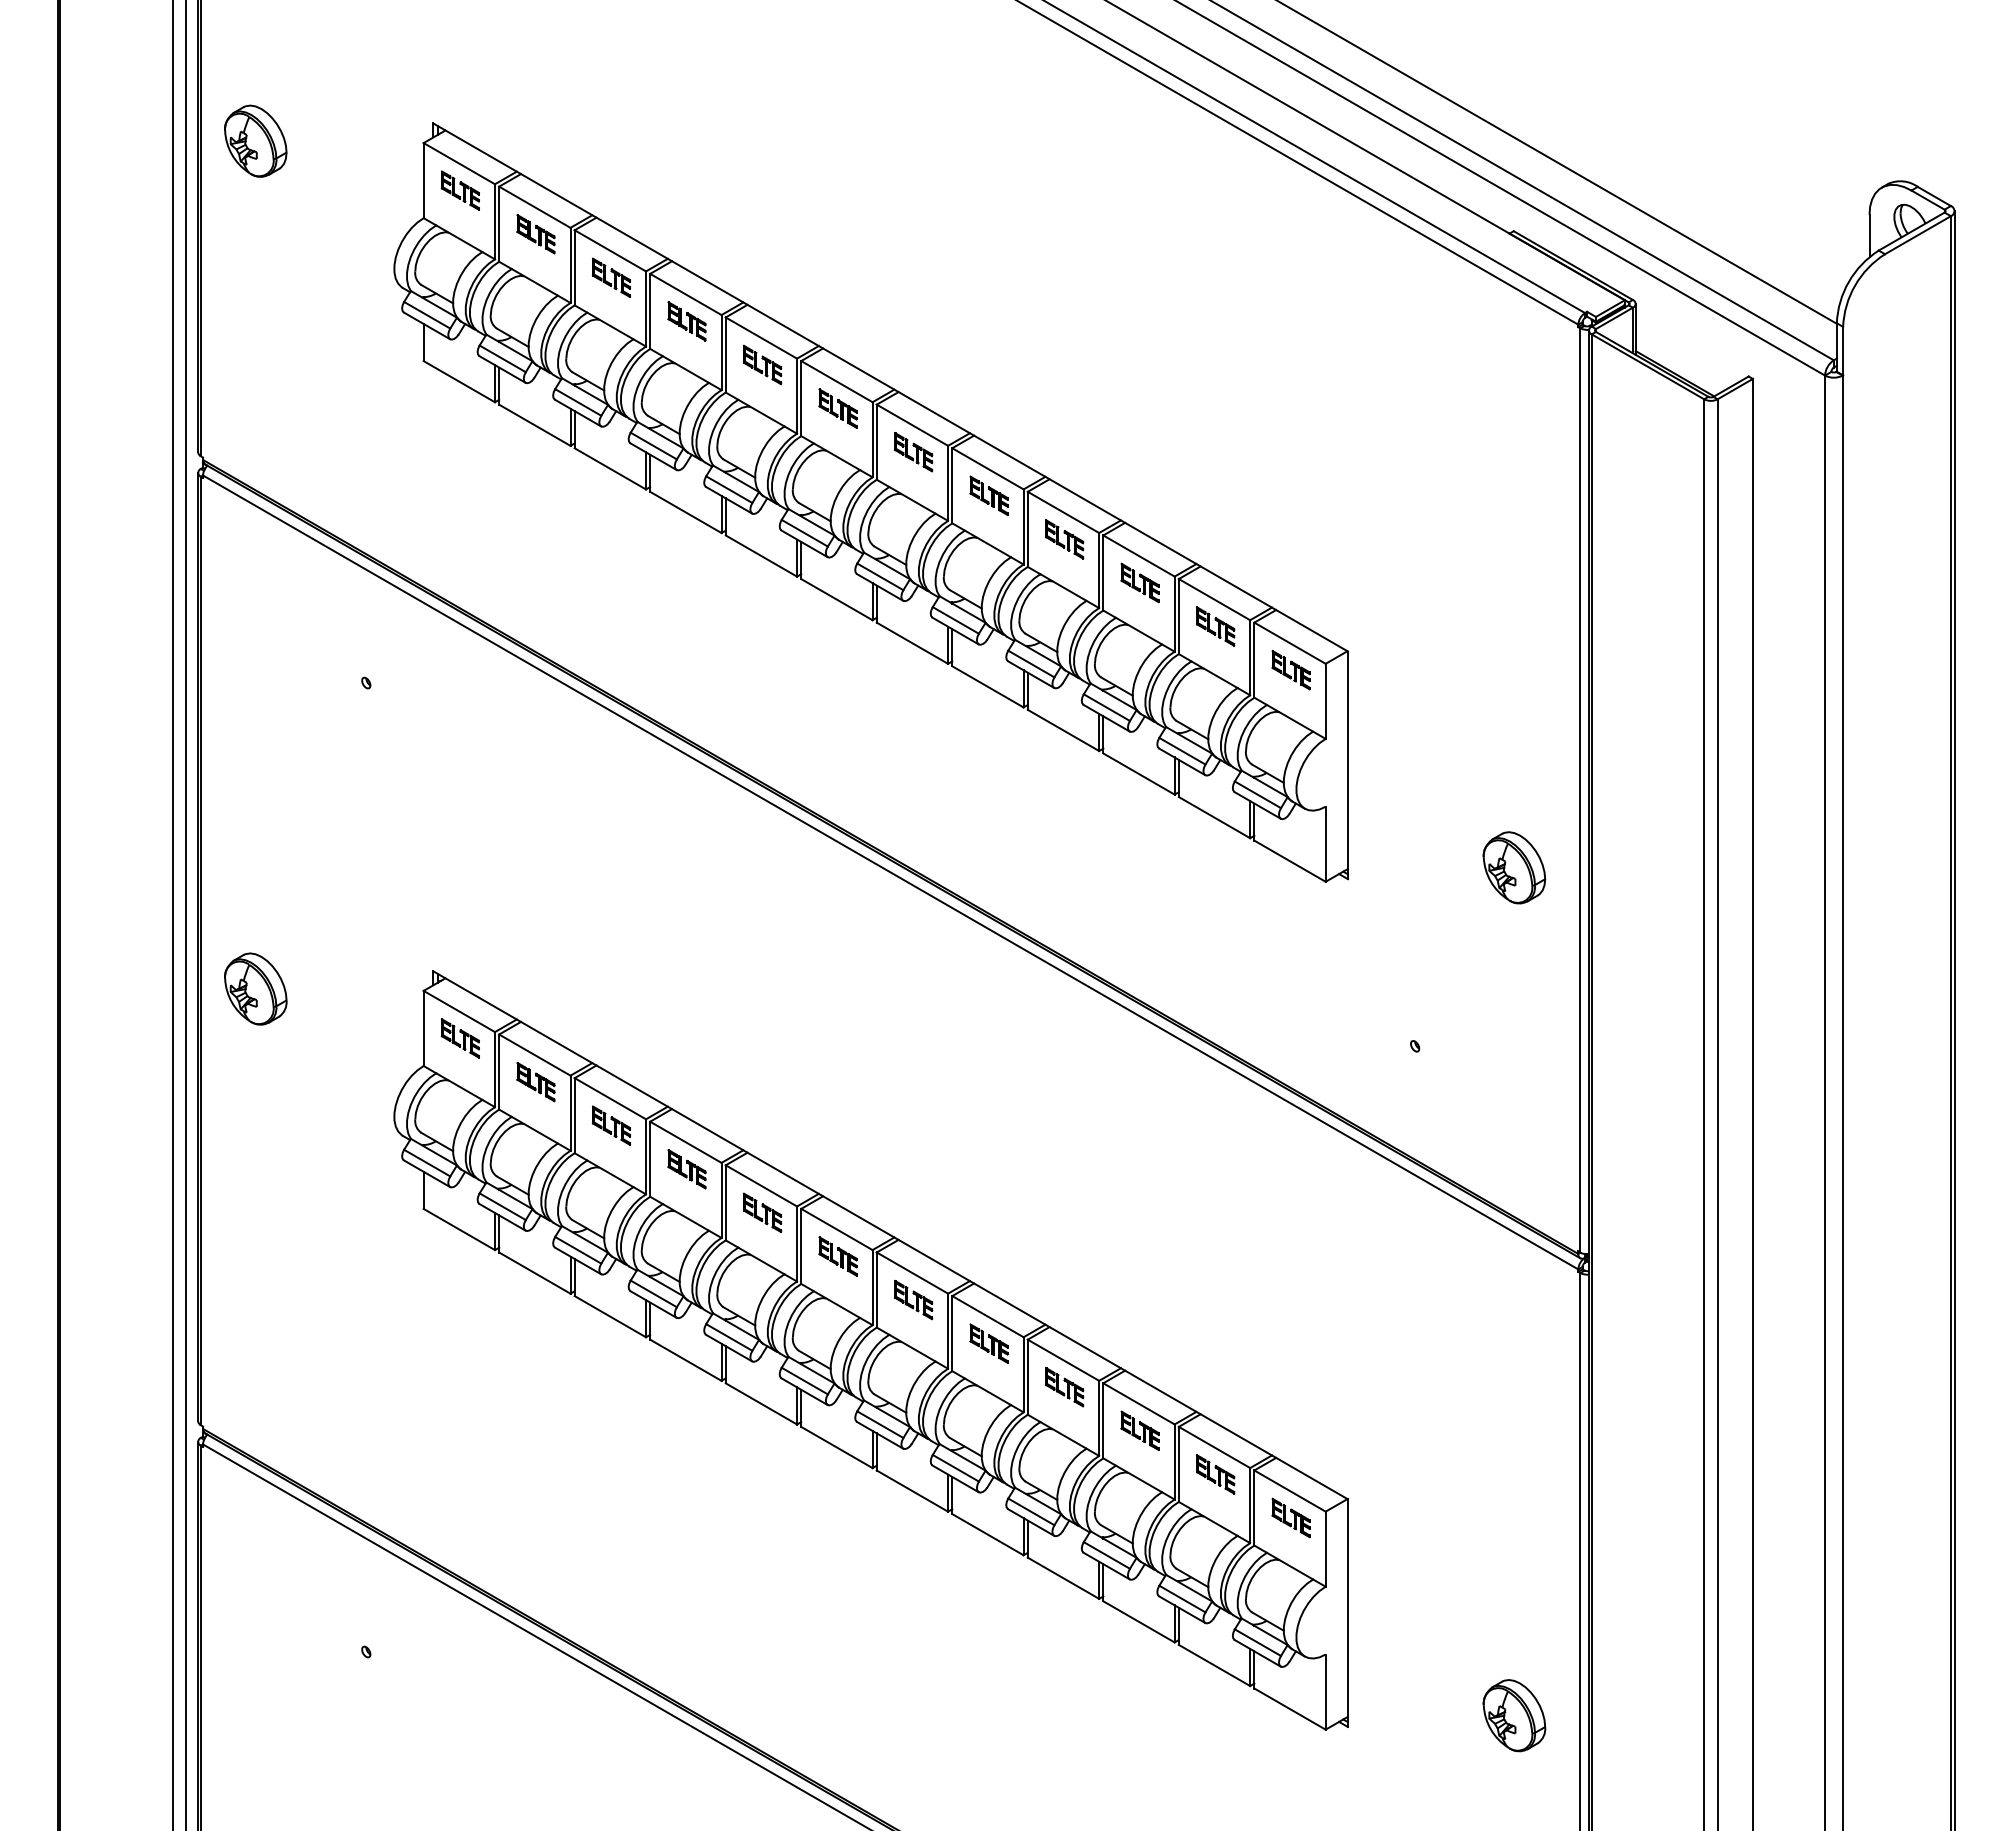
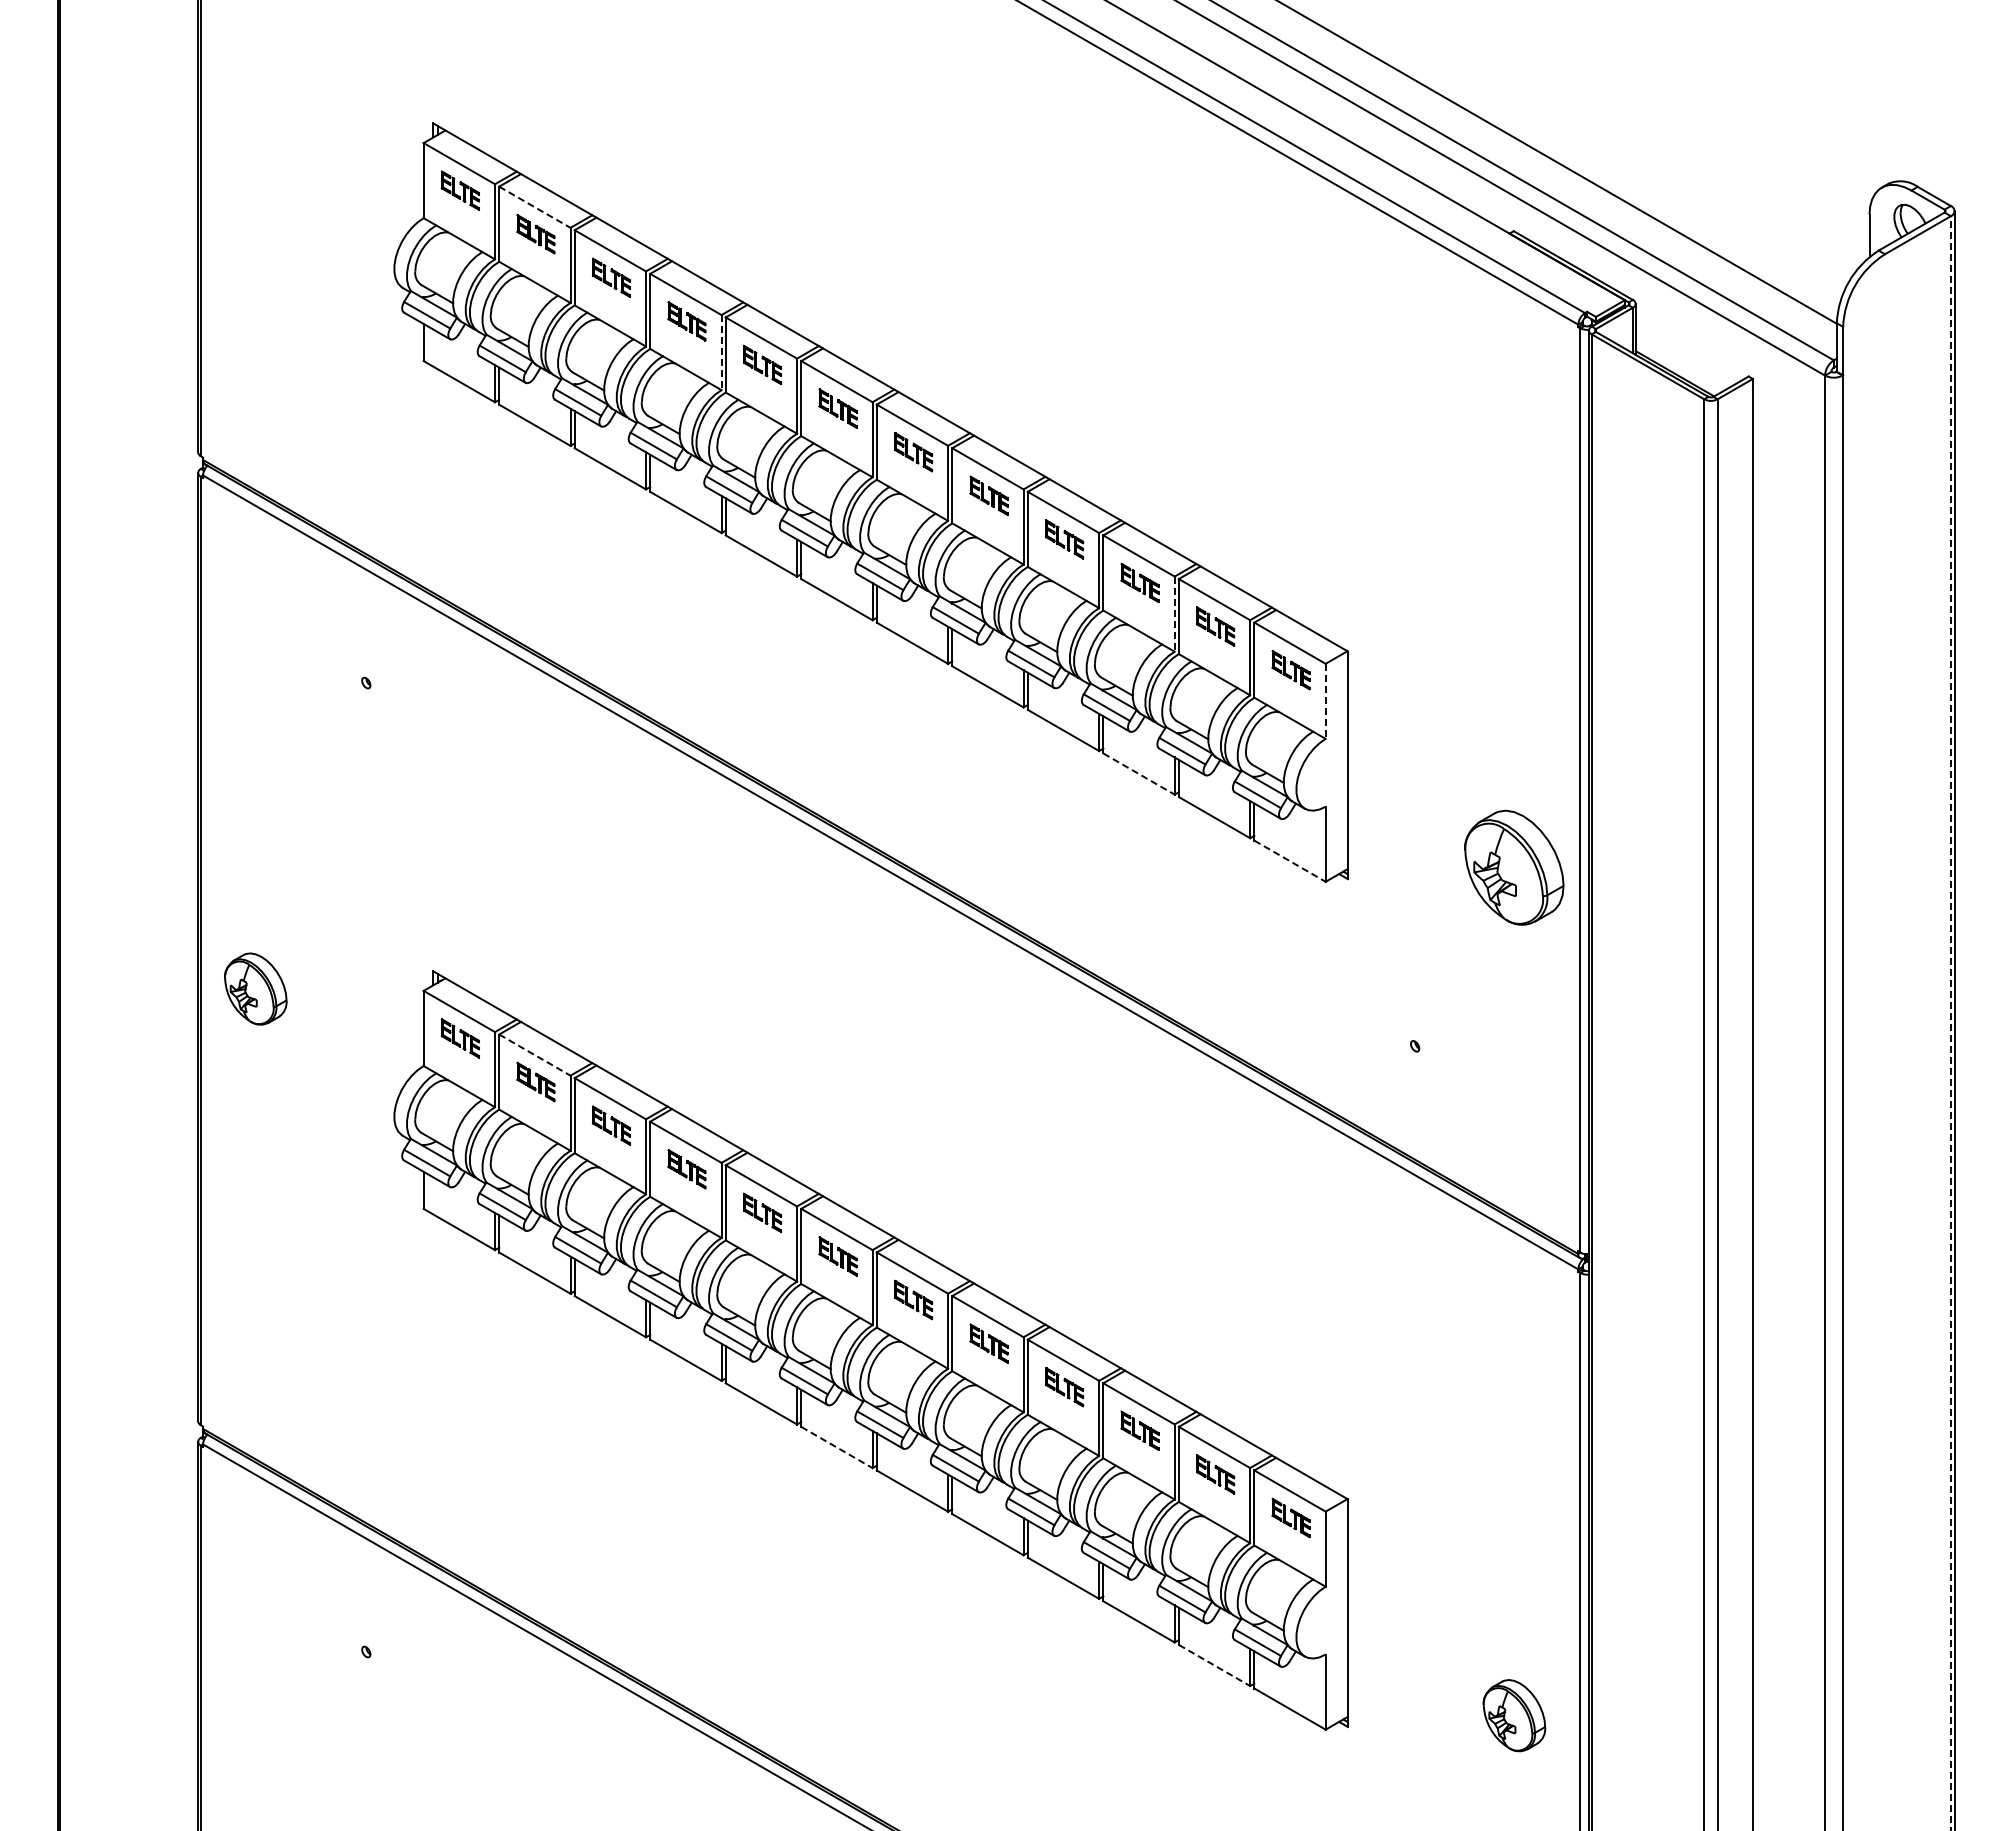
part at (255, 140): present -> none
line at (535, 207): solid -> dashed
line at (721, 352): solid -> dashed
line at (1174, 614): solid -> dashed
line at (1325, 701): solid -> dashed
line at (1139, 774): solid -> dashed
line at (1290, 861): solid -> dashed
part at (1514, 867) size: 65x74 px -> 101x117 px
line at (172, 914): present -> none
line at (186, 914): present -> none
line at (1950, 1023): solid -> dashed
line at (535, 1055): solid -> dashed
line at (837, 1447): solid -> dashed
line at (1214, 1665): solid -> dashed
